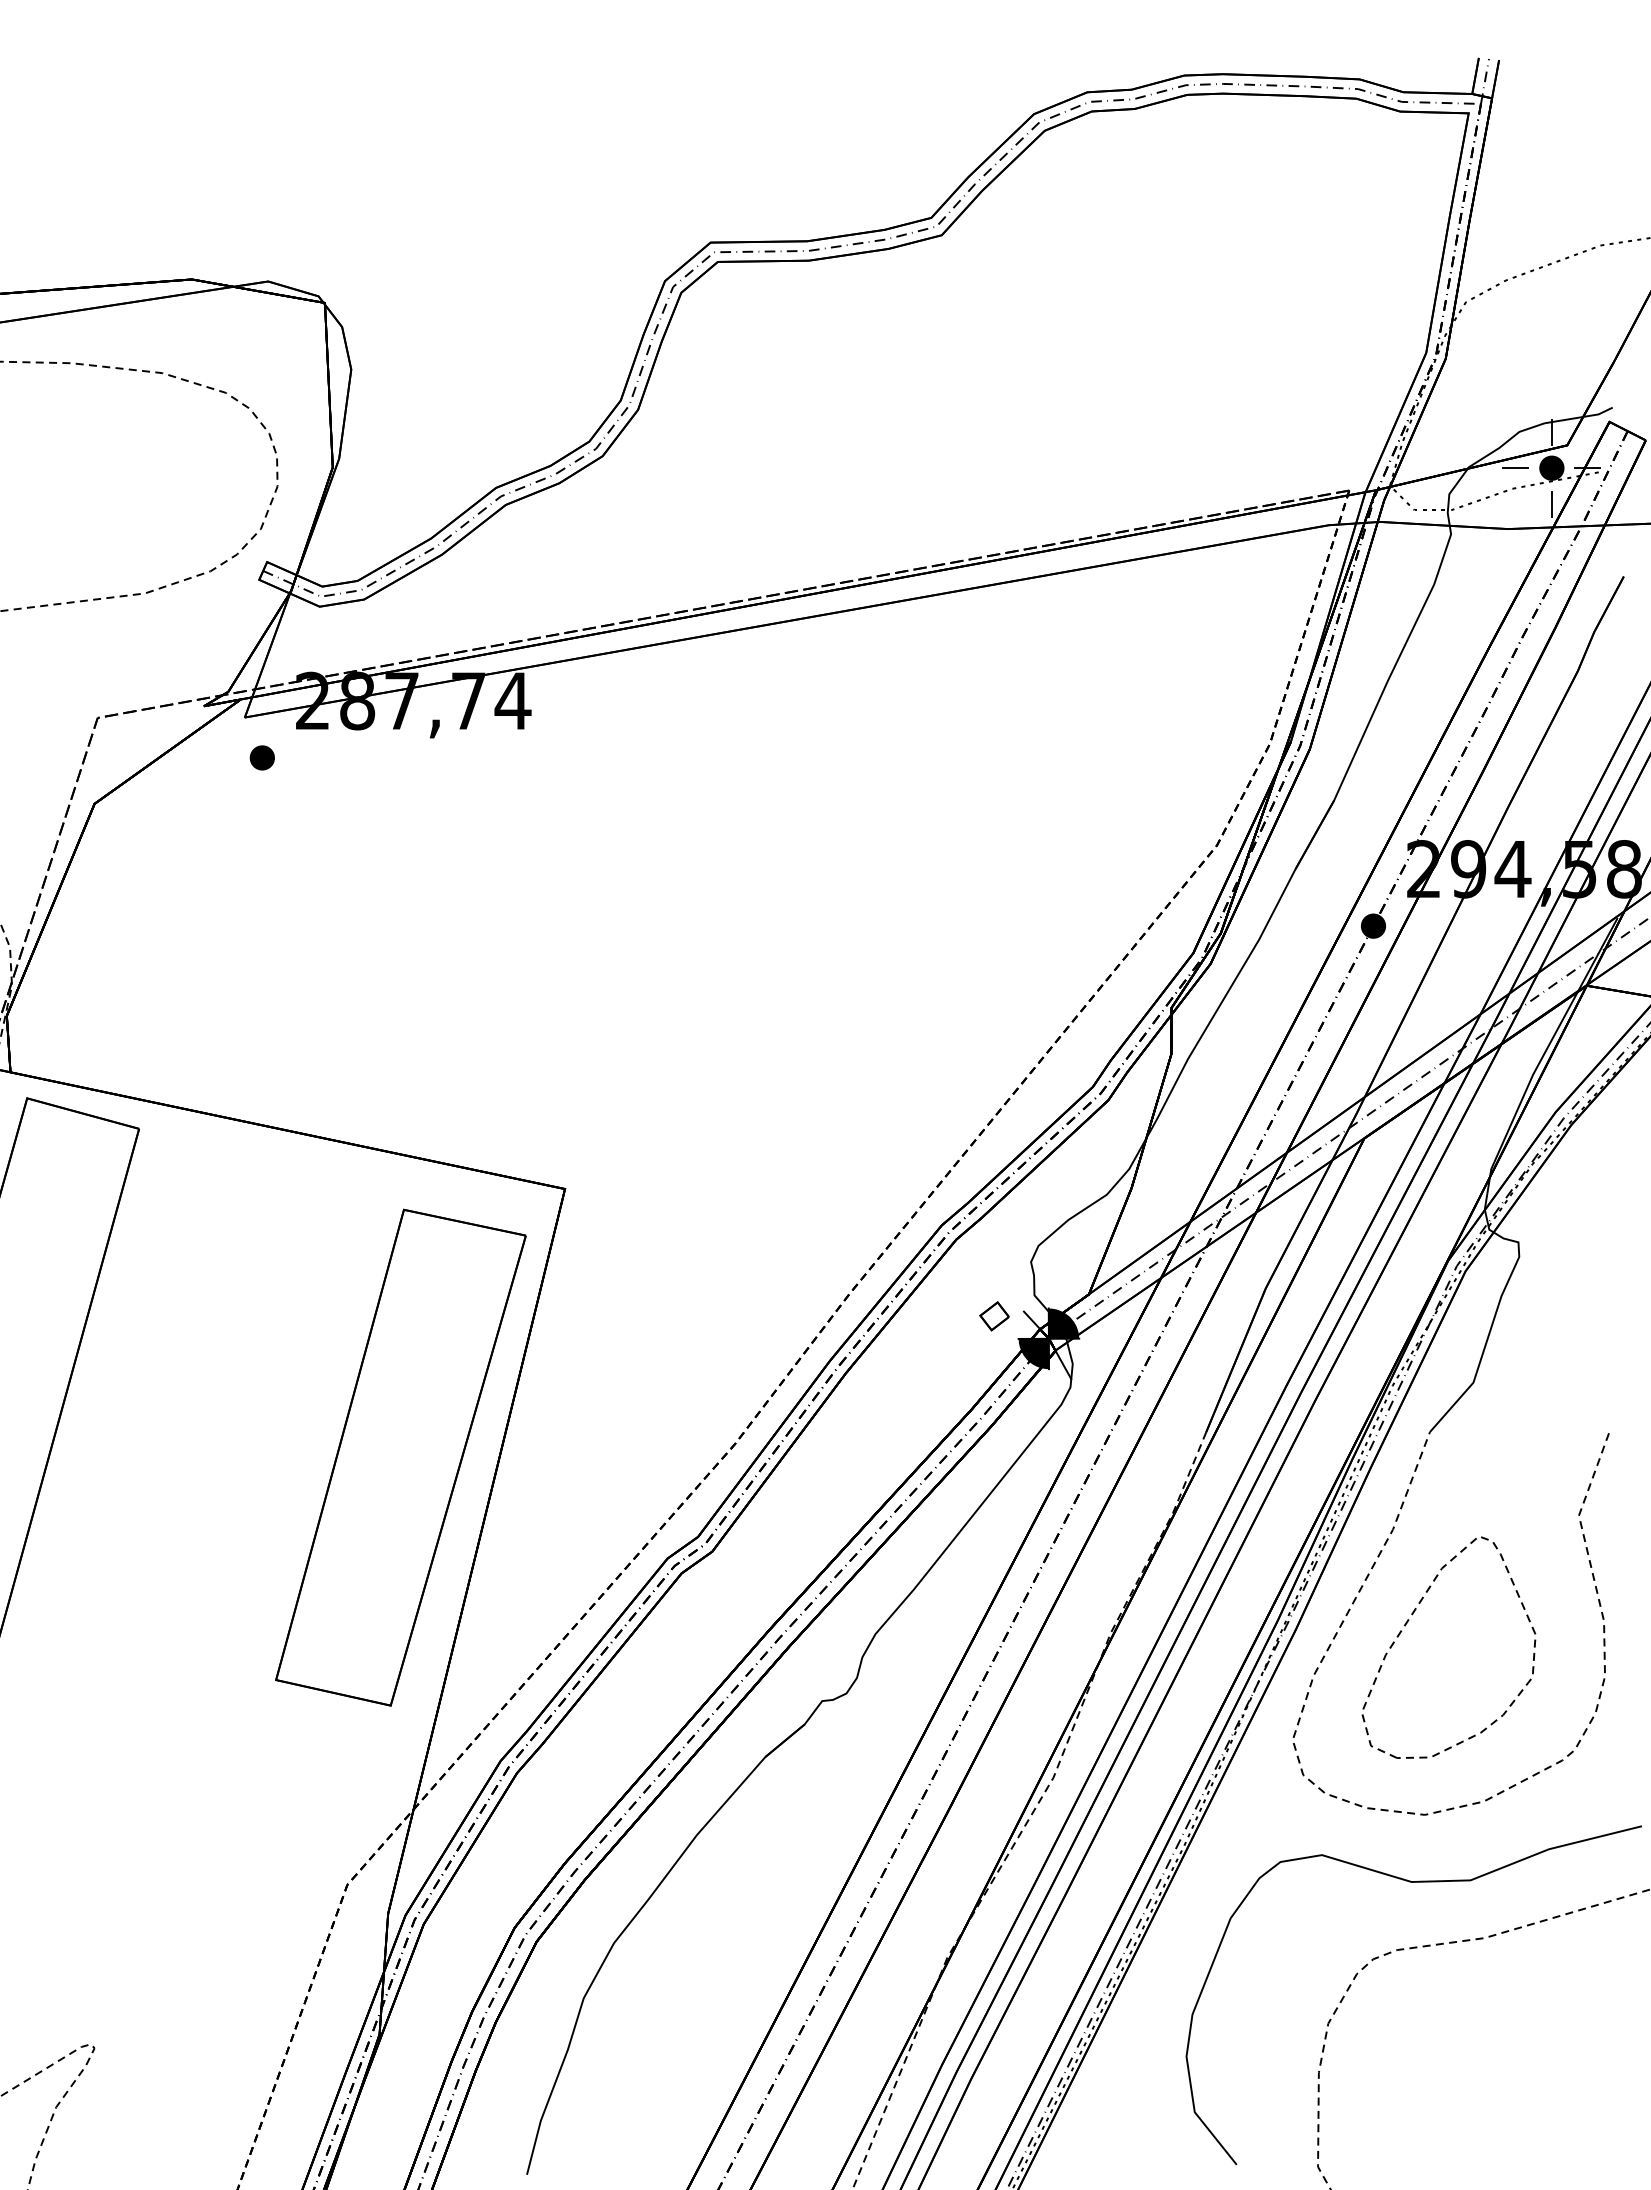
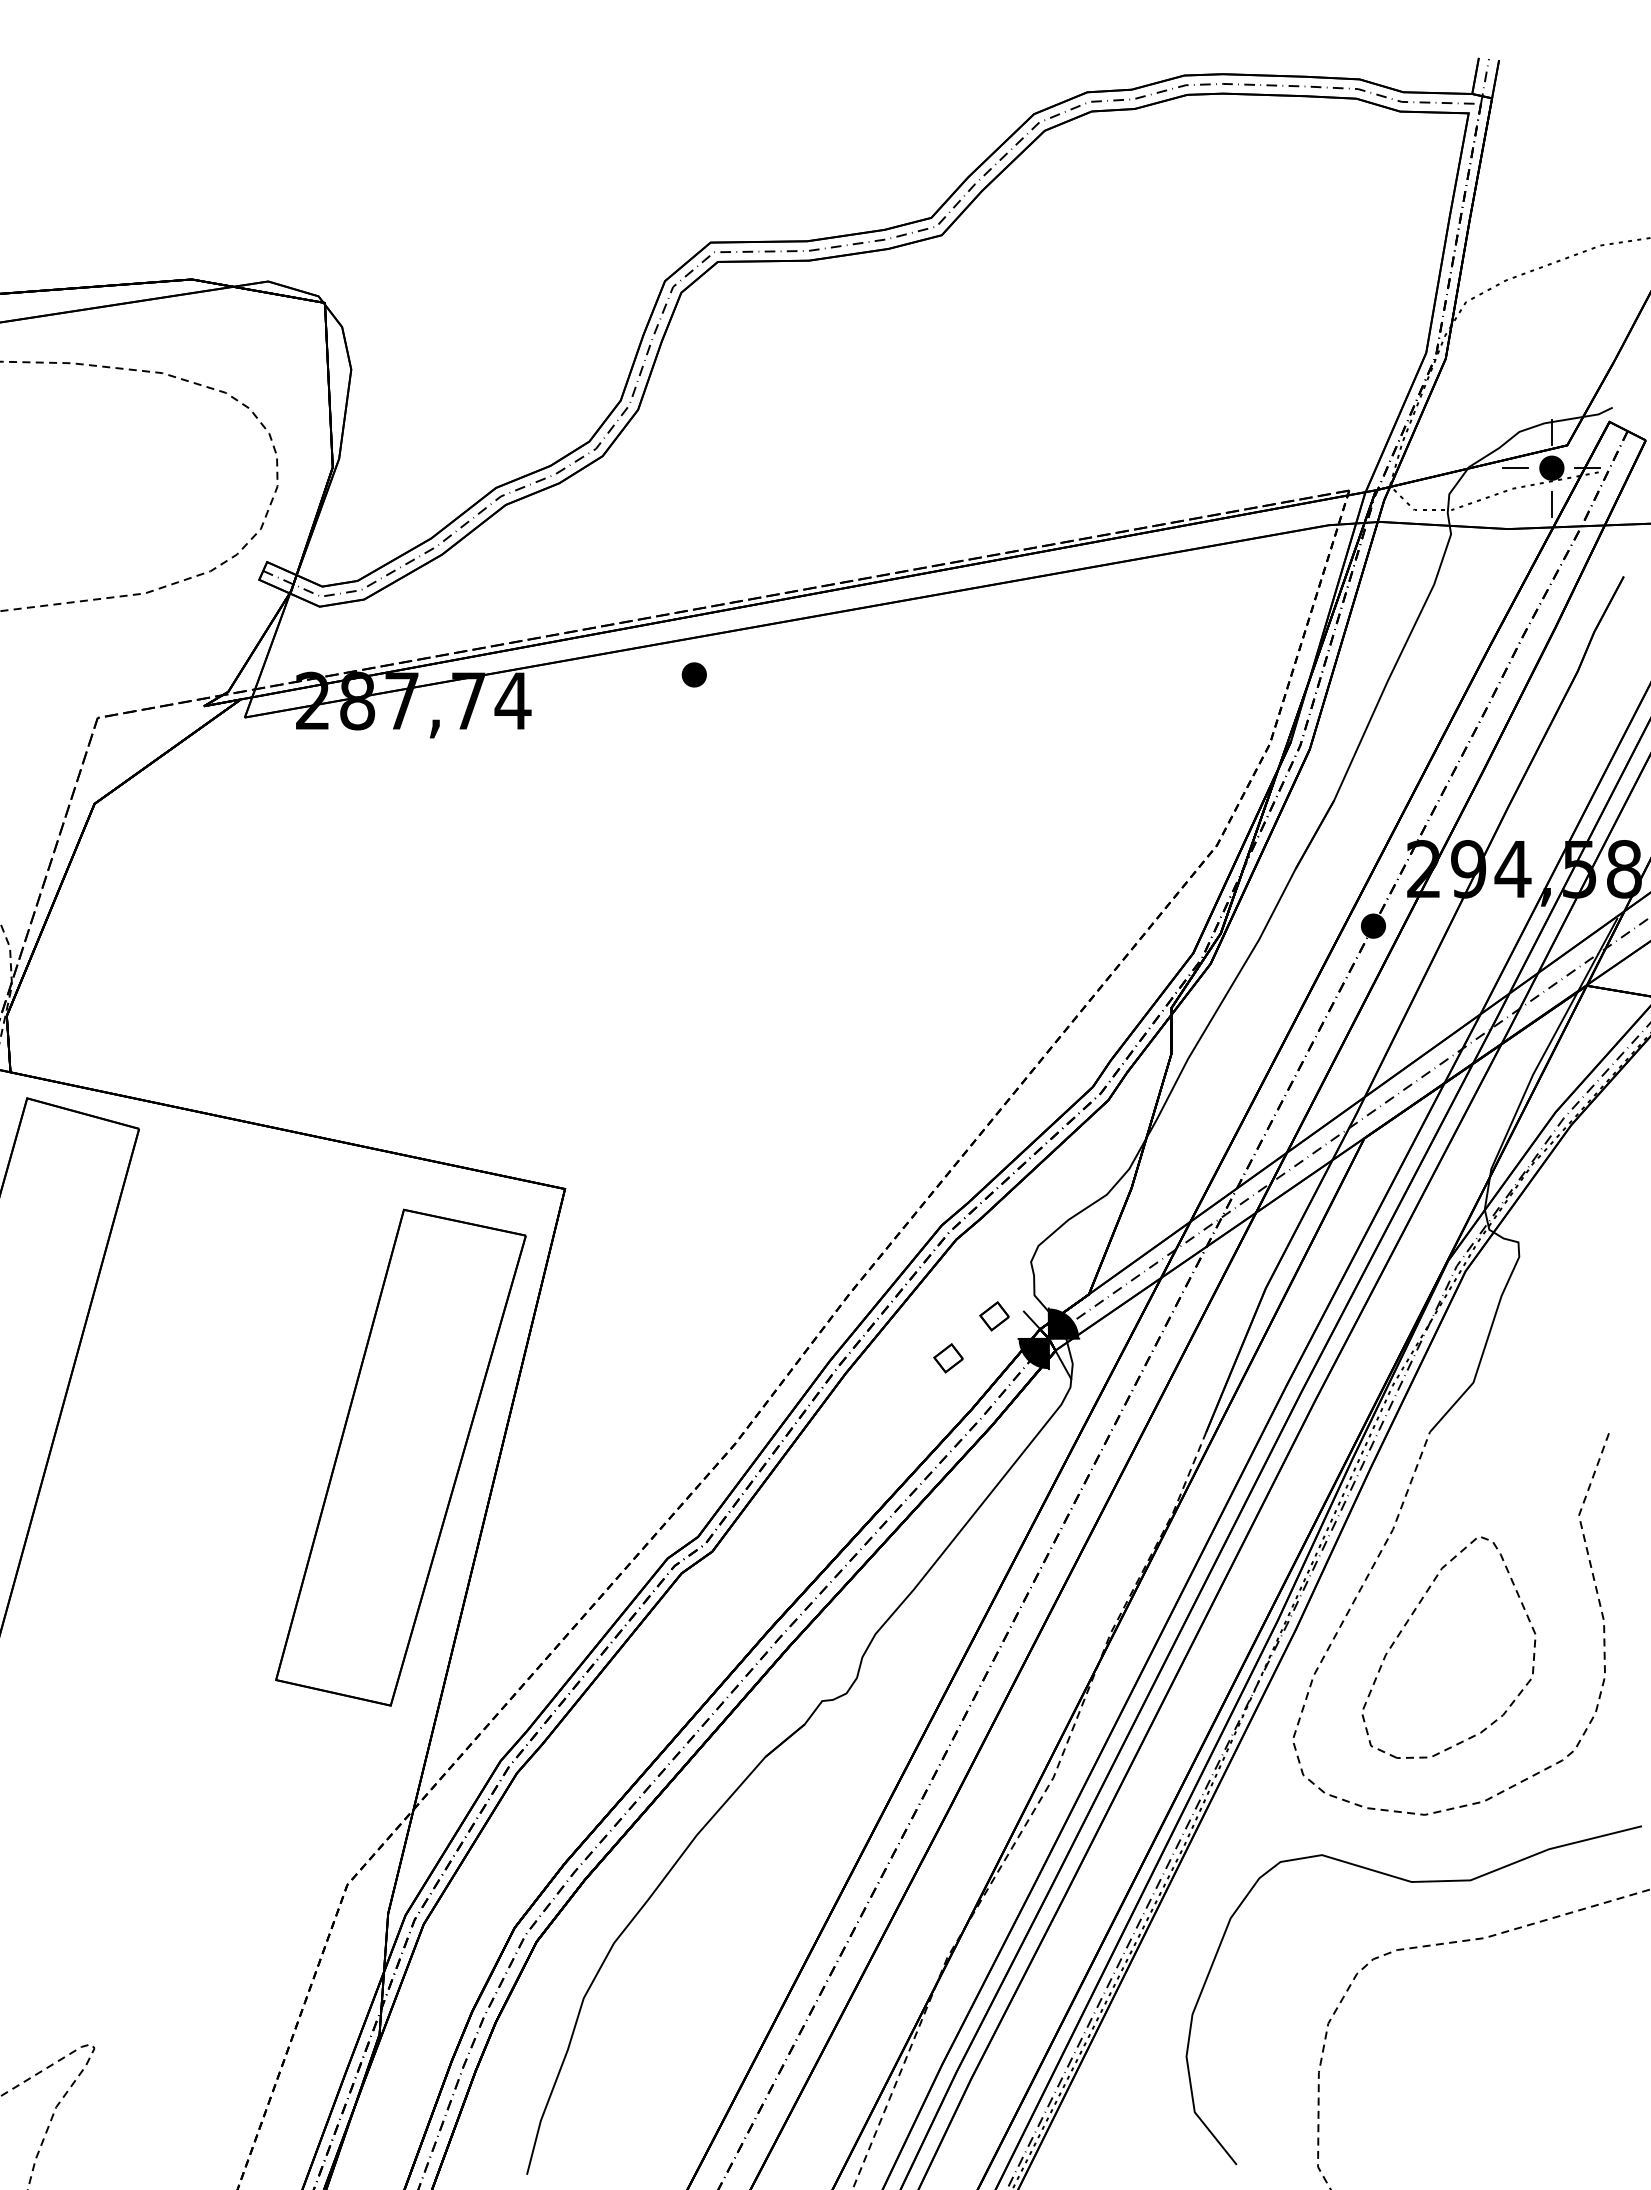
part at (261, 757) position: (261, 757) -> (693, 674)
part at (948, 1358): none -> present
